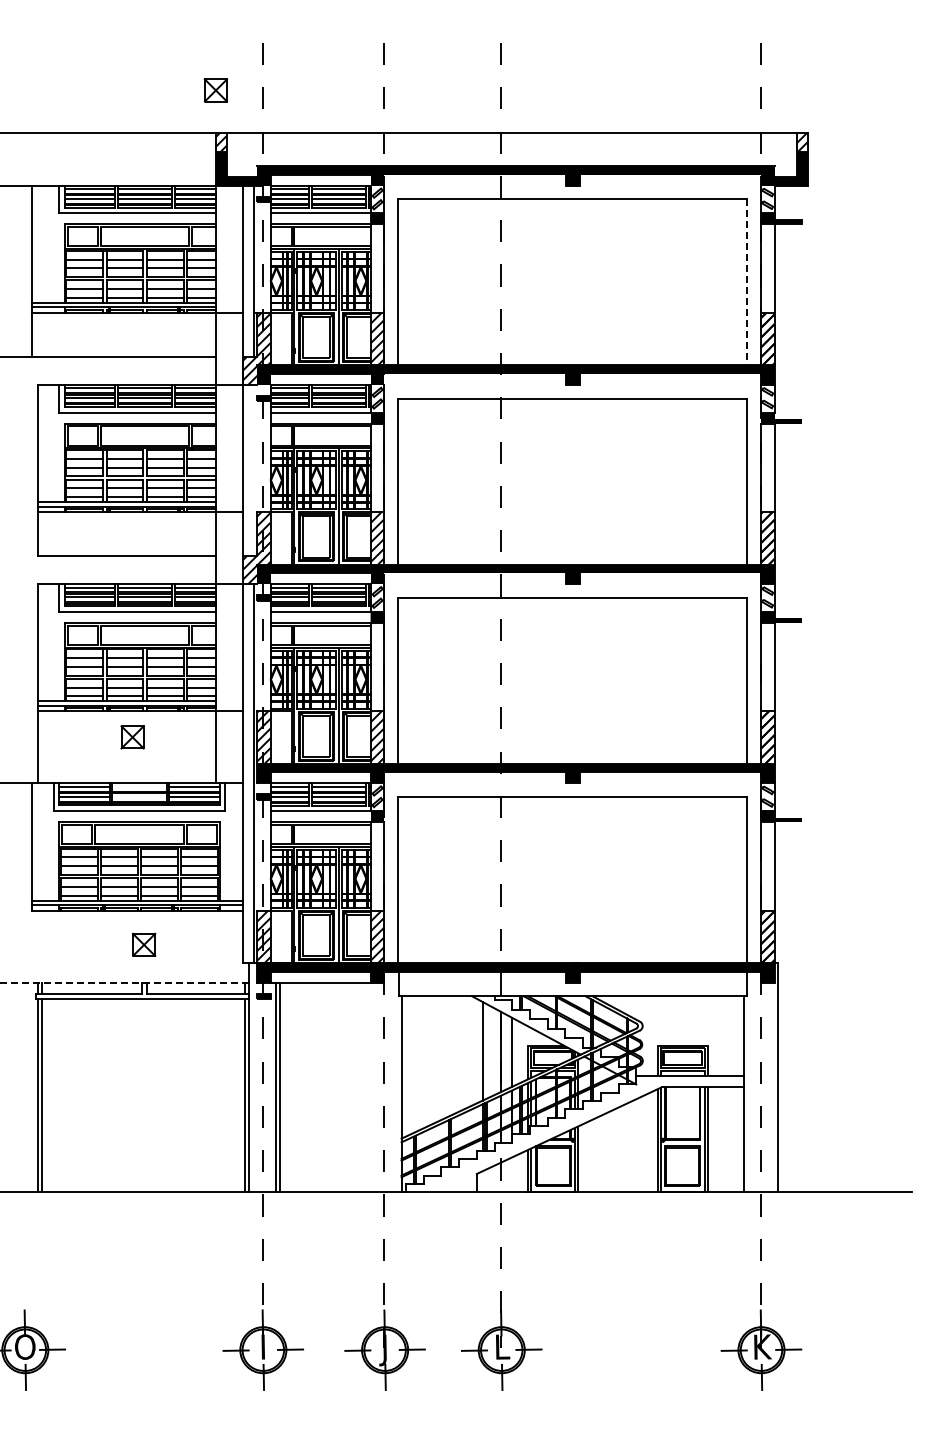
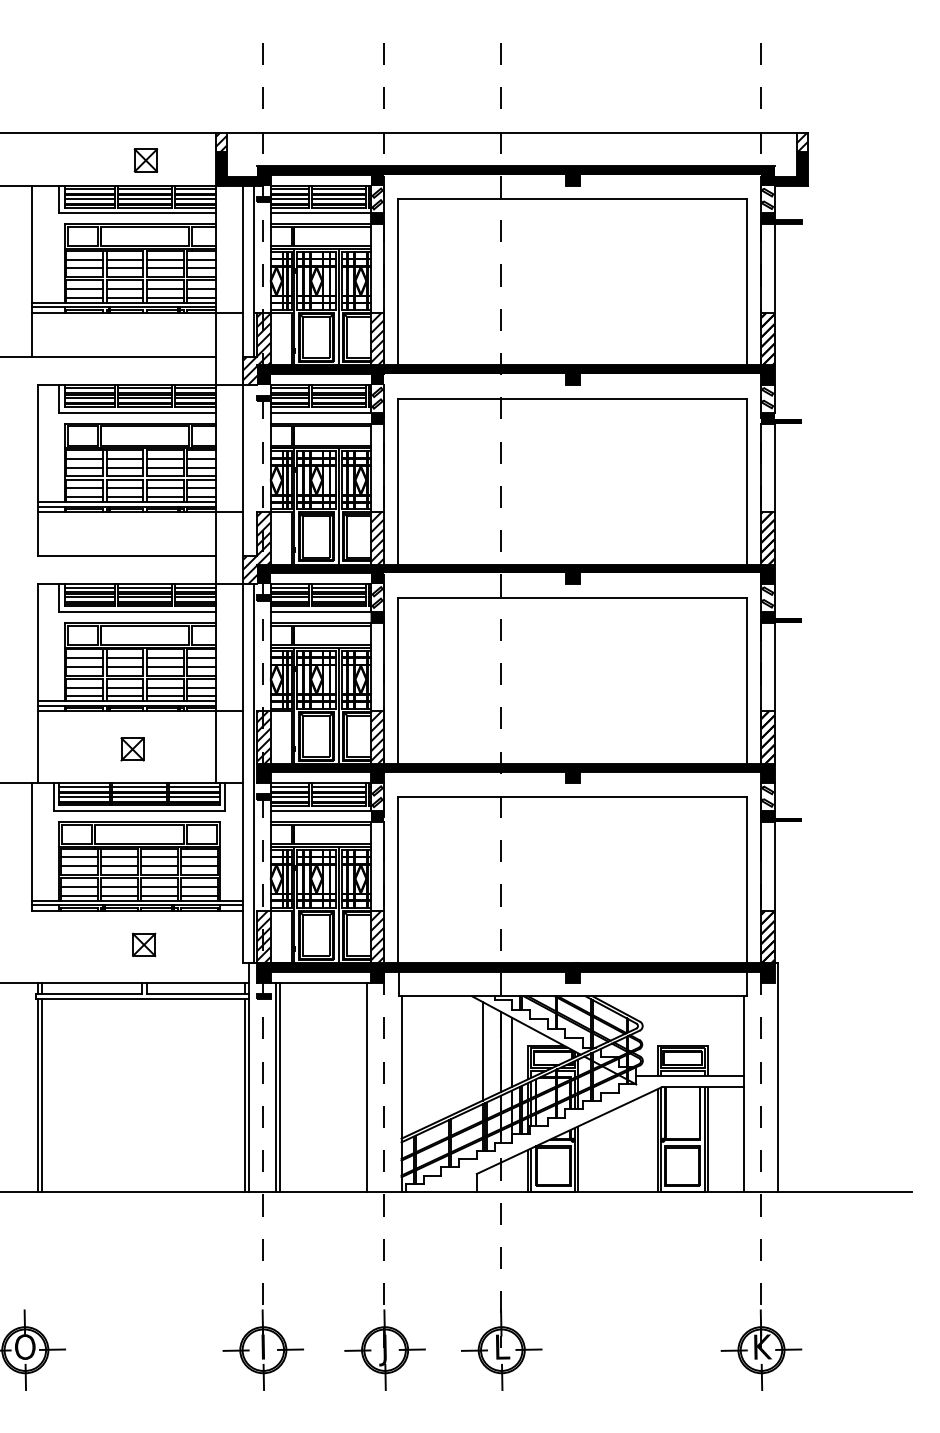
part at (215, 90) position: (215, 90) -> (145, 160)
line at (746, 282): dashed -> solid
part at (132, 737) position: (132, 737) -> (132, 749)
line at (139, 786): none -> present
line at (139, 796): none -> present
line at (124, 982): dashed -> solid
line at (367, 1087): none -> present
